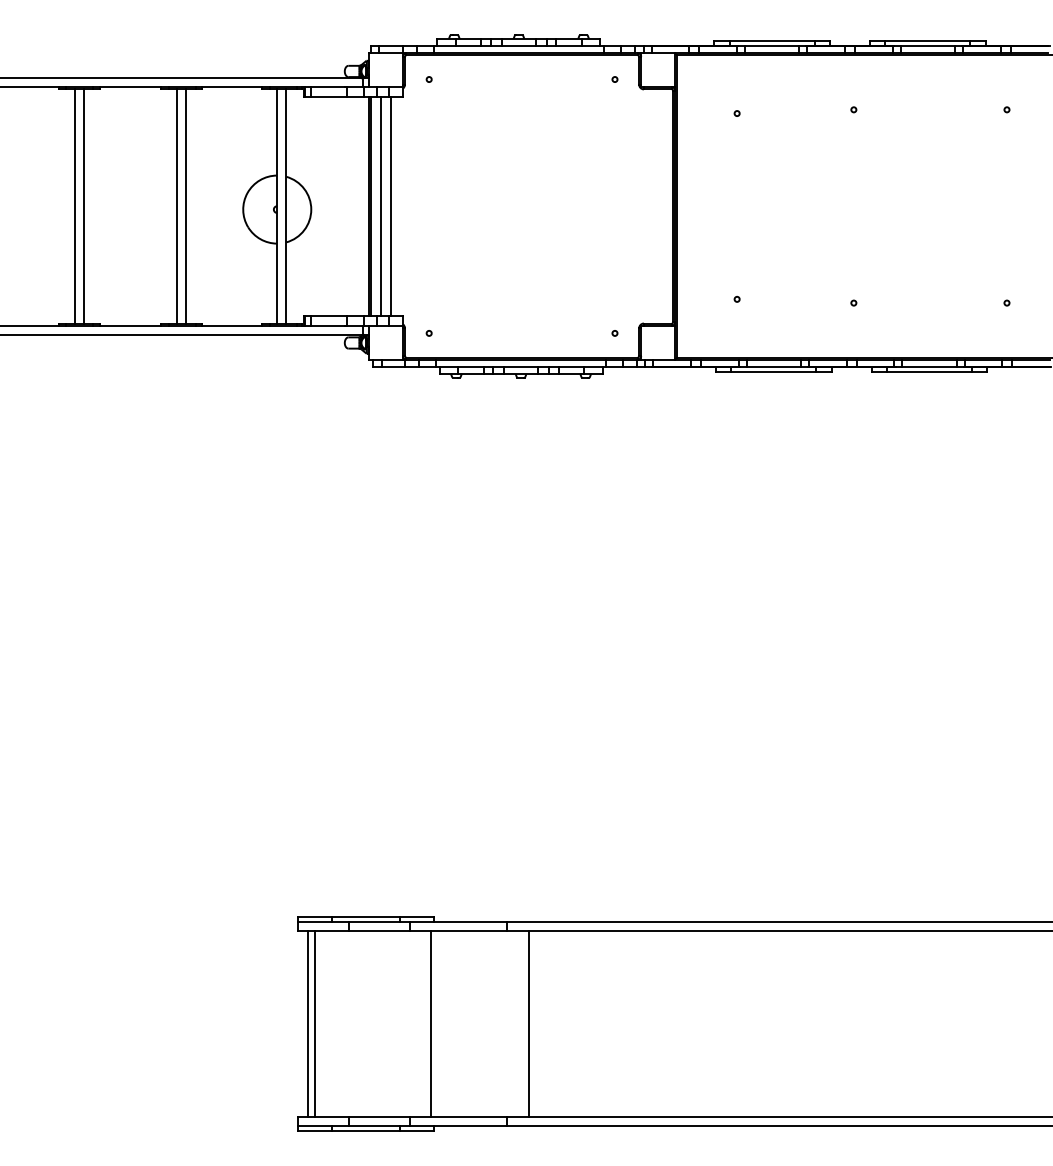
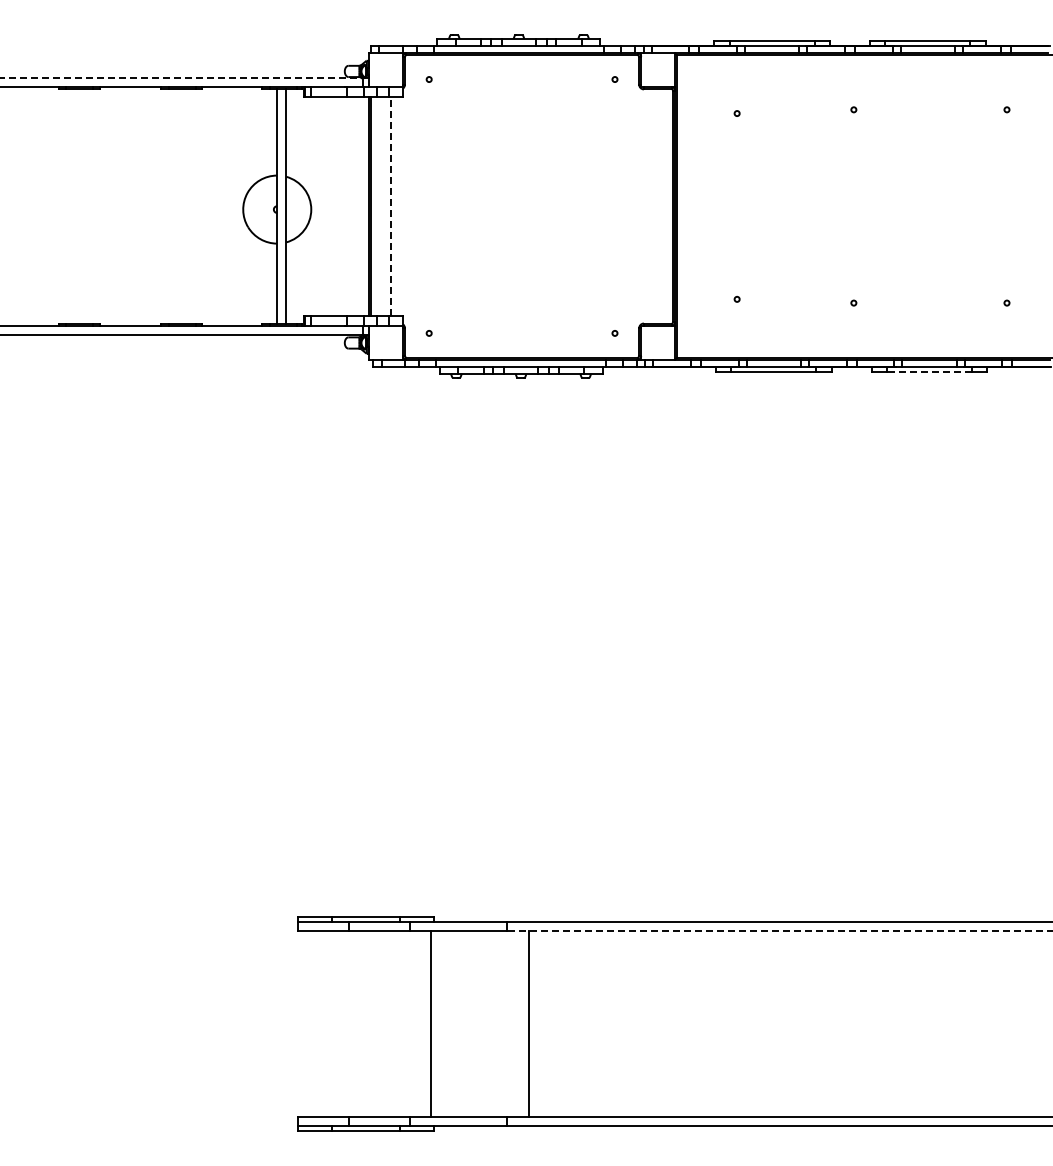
line at (182, 78): solid -> dashed
line at (75, 206): present -> none
line at (84, 206): present -> none
line at (177, 206): present -> none
line at (186, 206): present -> none
line at (381, 206): present -> none
line at (390, 206): solid -> dashed
line at (929, 371): solid -> dashed
line at (779, 930): solid -> dashed
line at (308, 1023): present -> none
line at (314, 1023): present -> none
